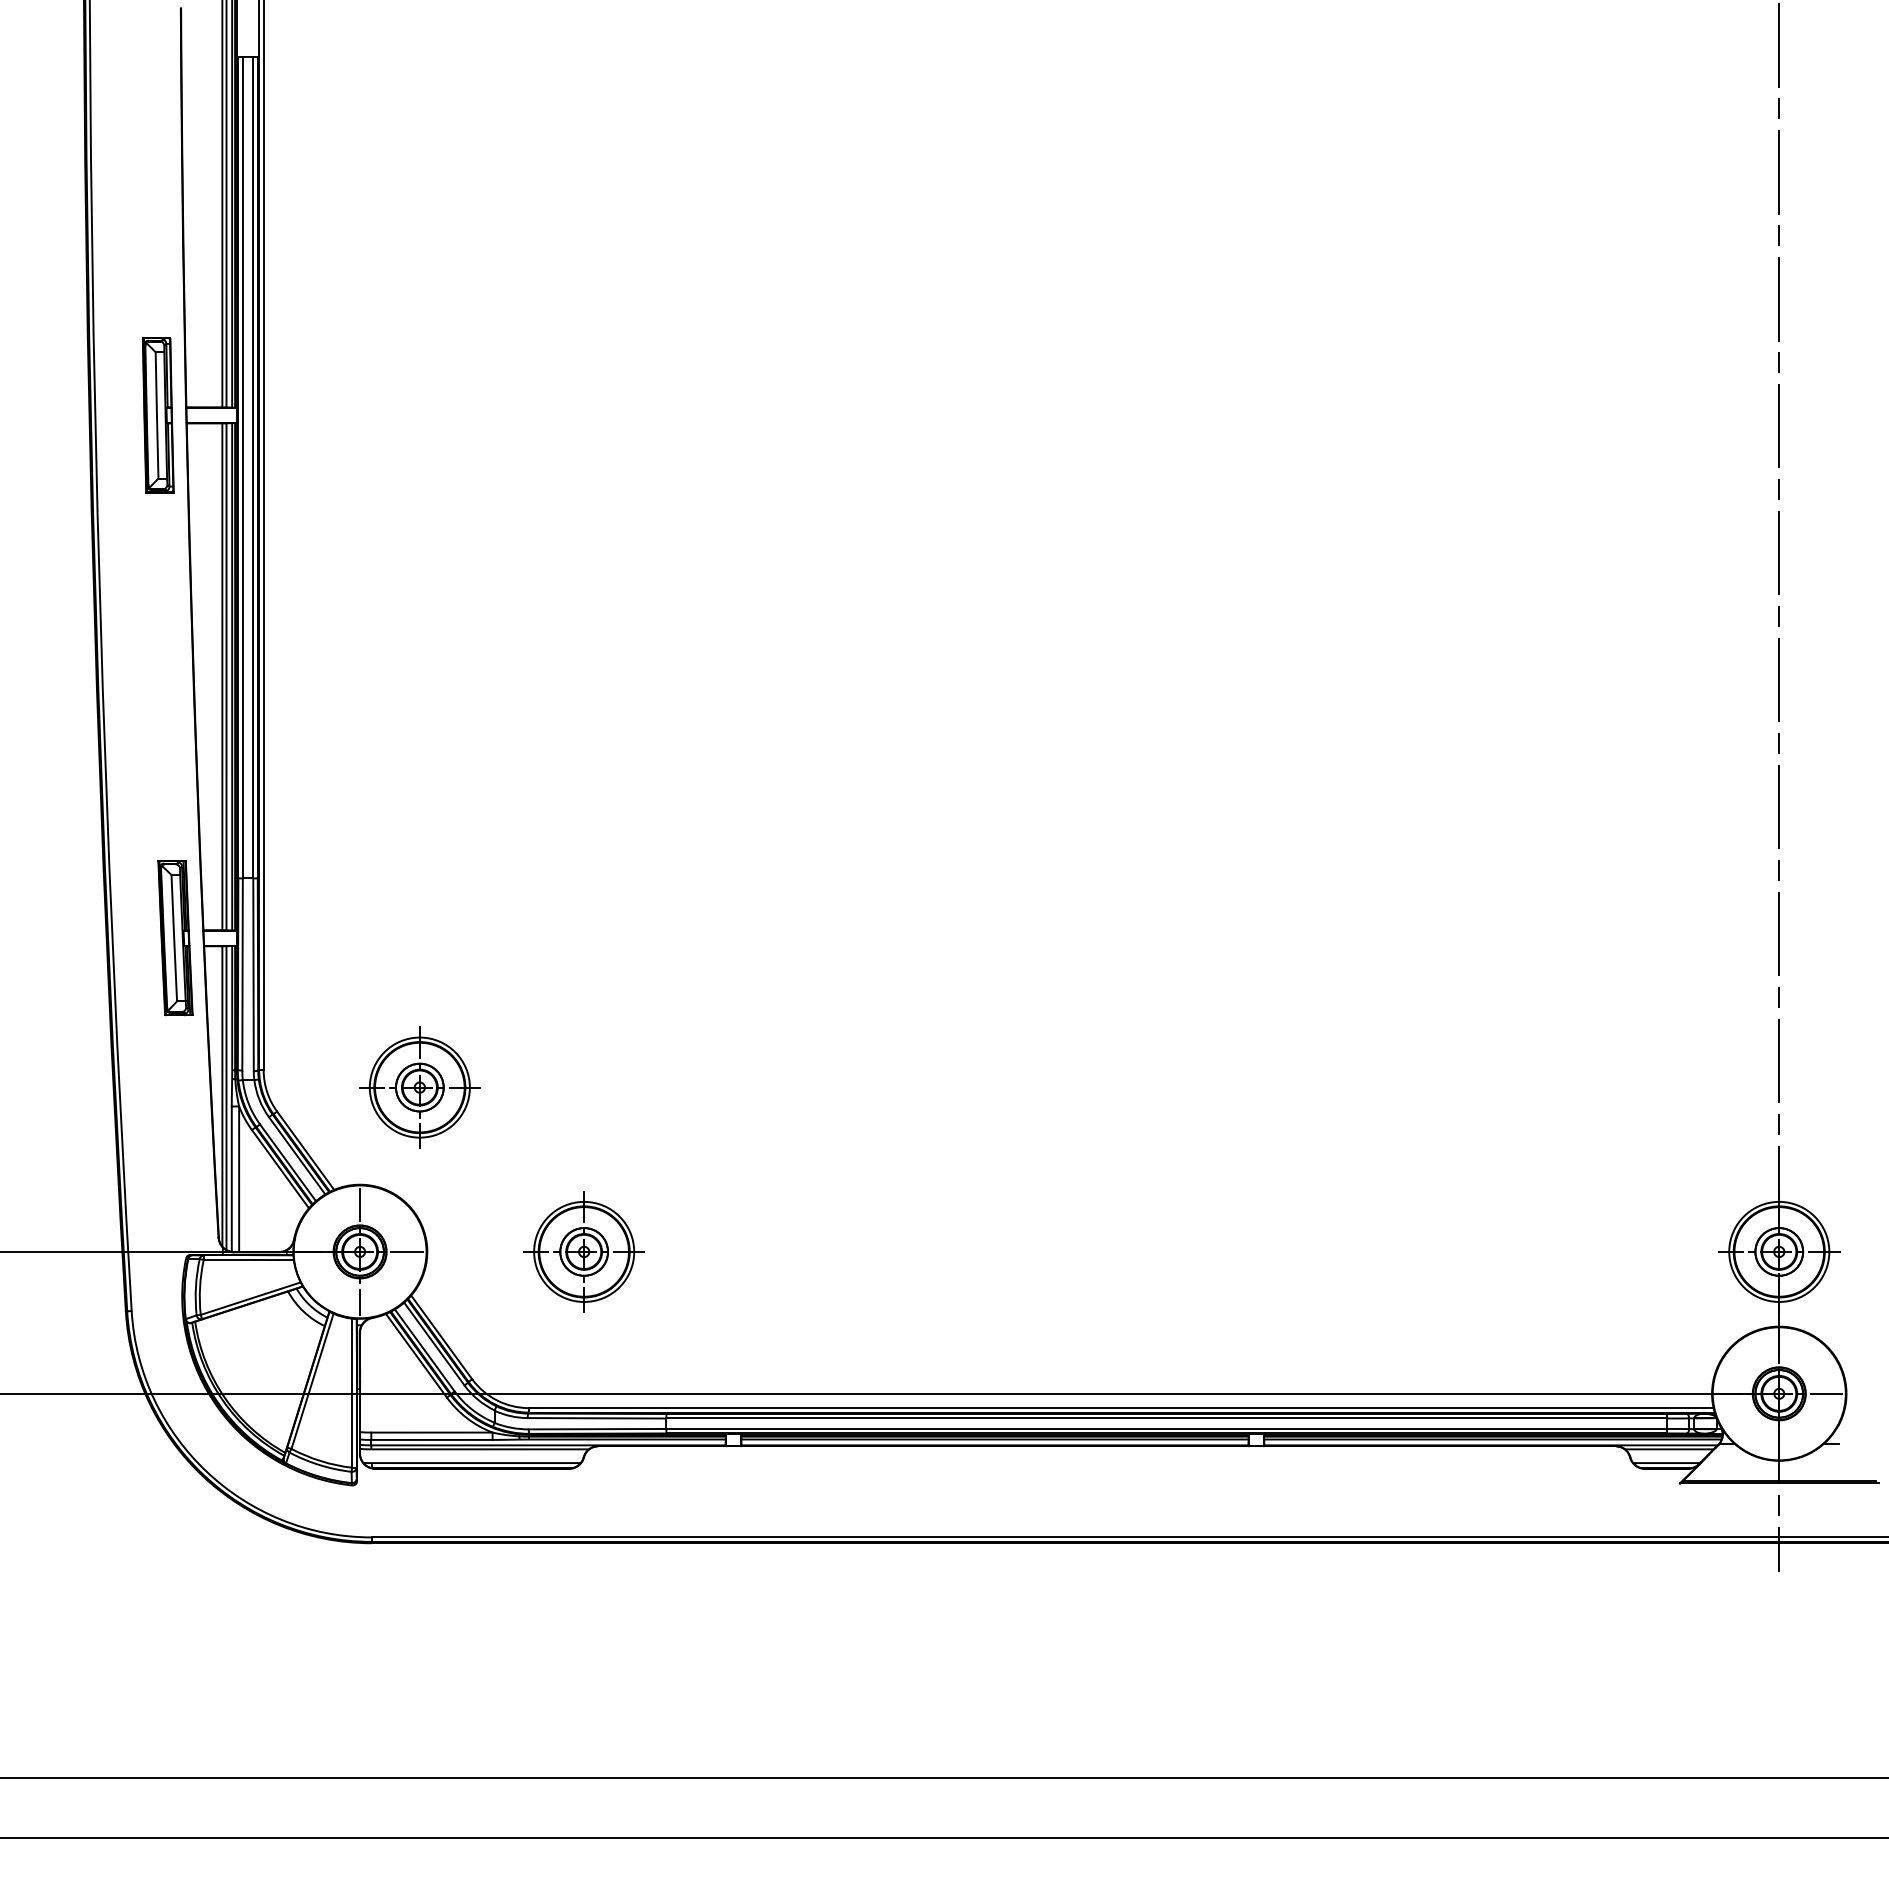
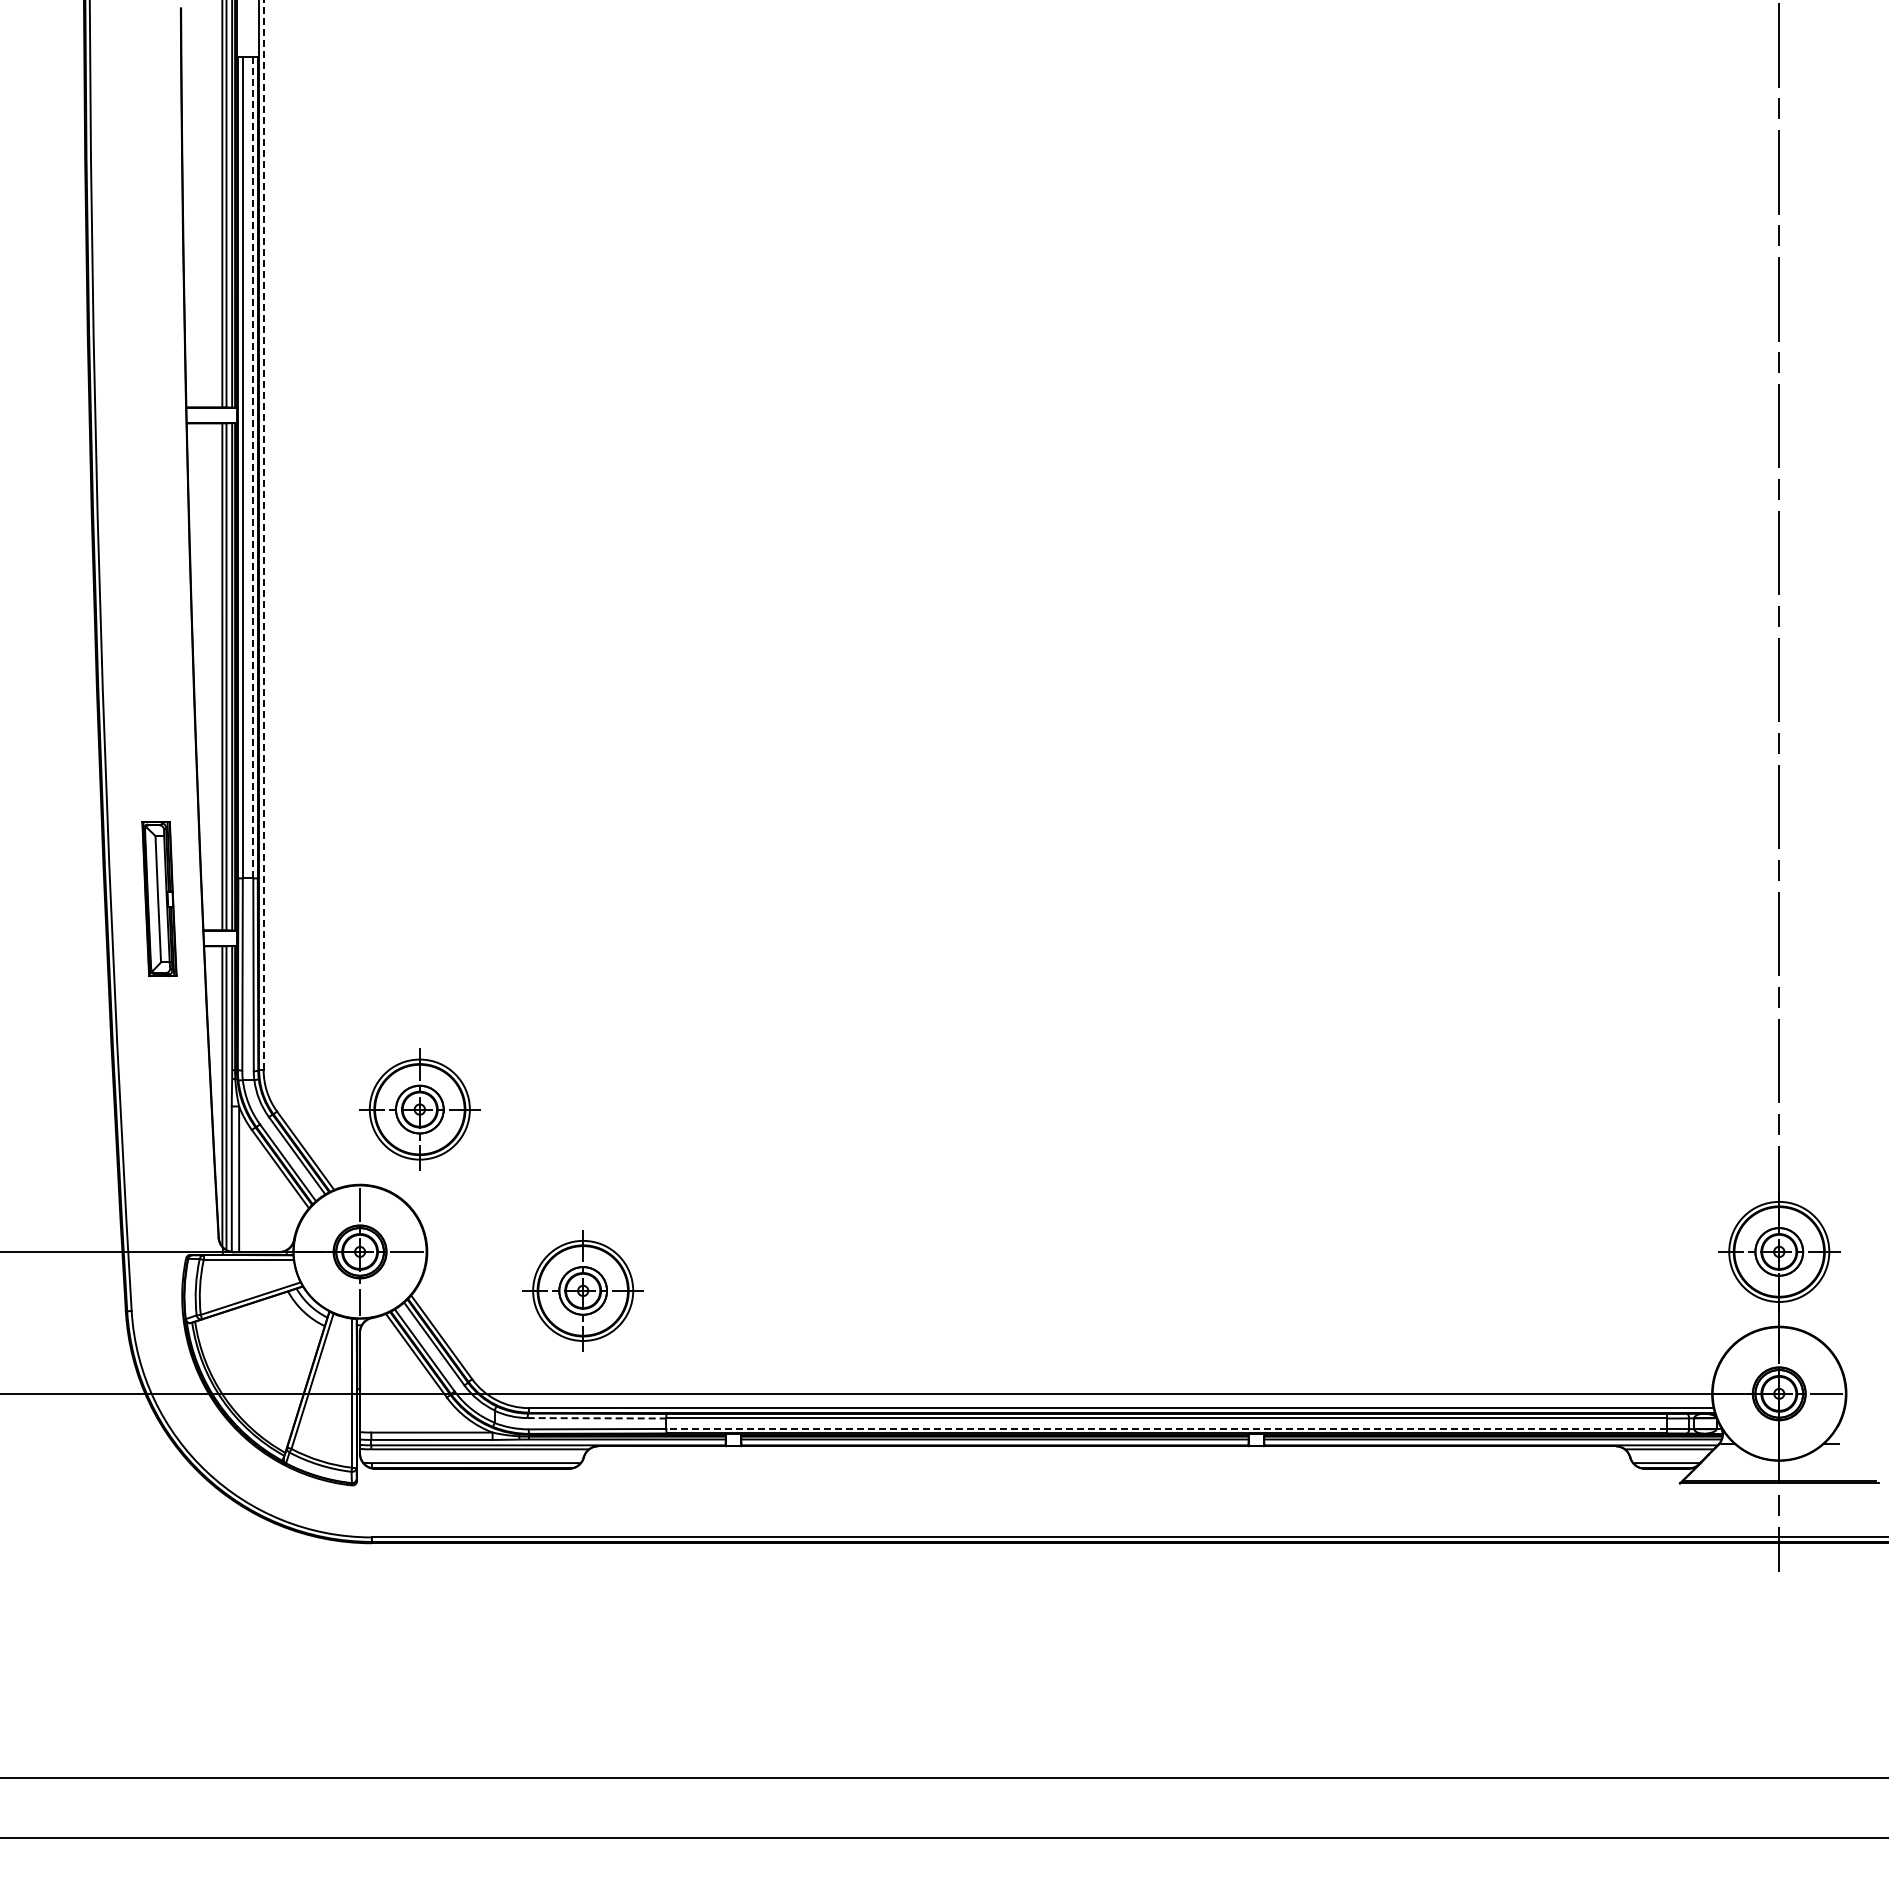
part at (158, 415): present -> none
line at (253, 467): solid -> dashed
line at (263, 535): solid -> dashed
part at (175, 938) position: (175, 938) -> (159, 899)
part at (419, 1087) position: (419, 1087) -> (419, 1109)
part at (583, 1251) position: (583, 1251) -> (582, 1290)
line at (597, 1418): solid -> dashed
line at (1166, 1428): solid -> dashed
